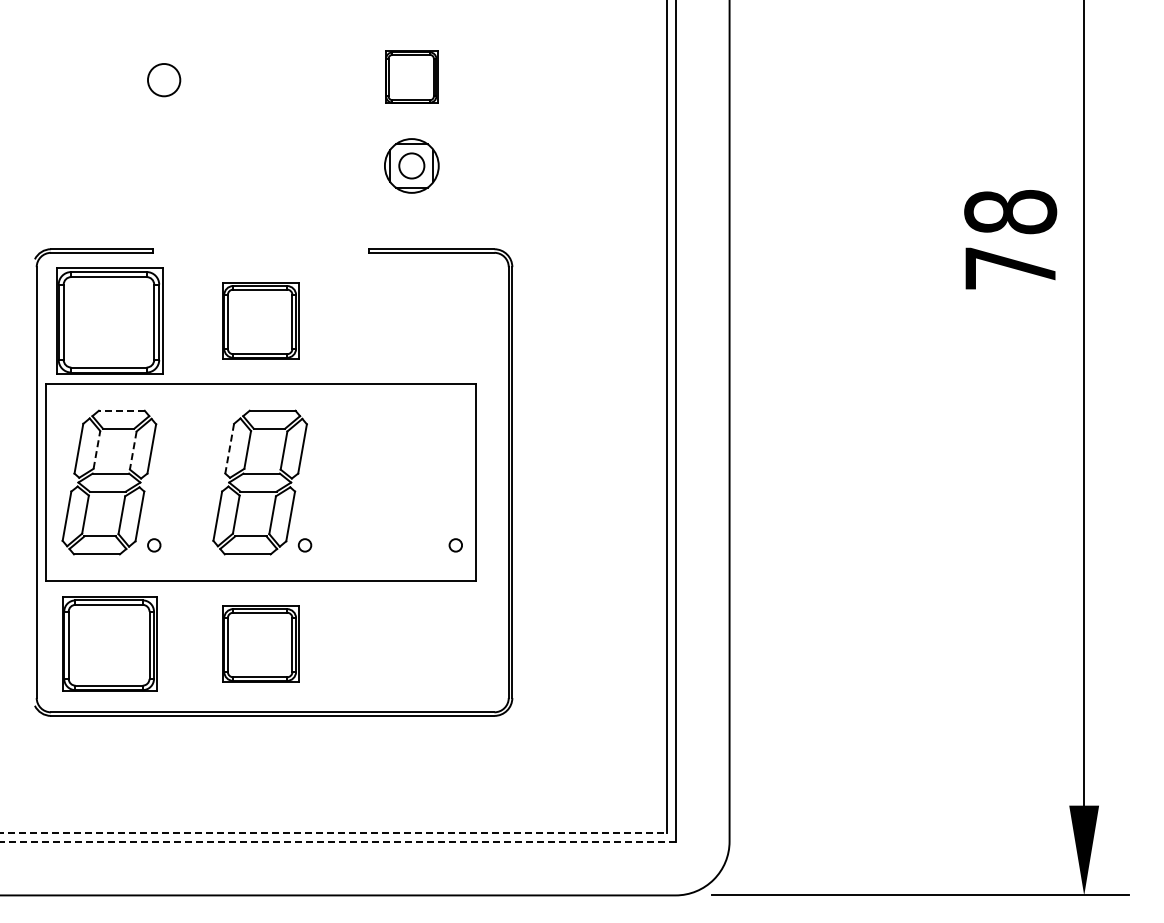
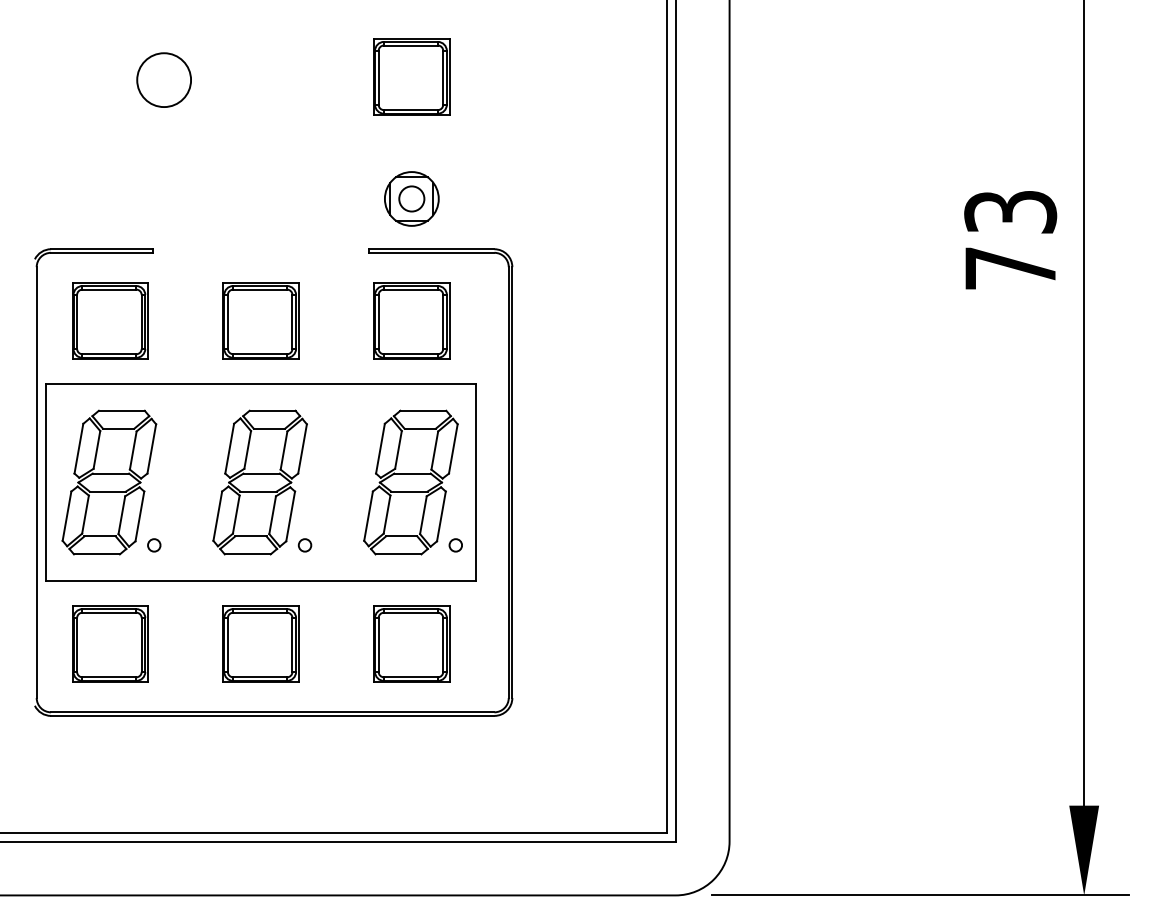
part at (411, 76) size: 54x54 px -> 78x78 px
circle at (164, 80) diameter: 32 px -> 54 px
part at (411, 165) position: (411, 165) -> (411, 198)
text at (1010, 212): 78 -> 73
part at (109, 320) size: 108x108 px -> 77x78 px
part at (411, 320): none -> present
line at (121, 410): dashed -> solid
line at (97, 449): dashed -> solid
line at (229, 449): dashed -> solid
line at (133, 451): dashed -> solid
part at (410, 482): none -> present
part at (109, 643) size: 96x96 px -> 77x78 px
part at (411, 643): none -> present
line at (333, 832): dashed -> solid
line at (337, 841): dashed -> solid
